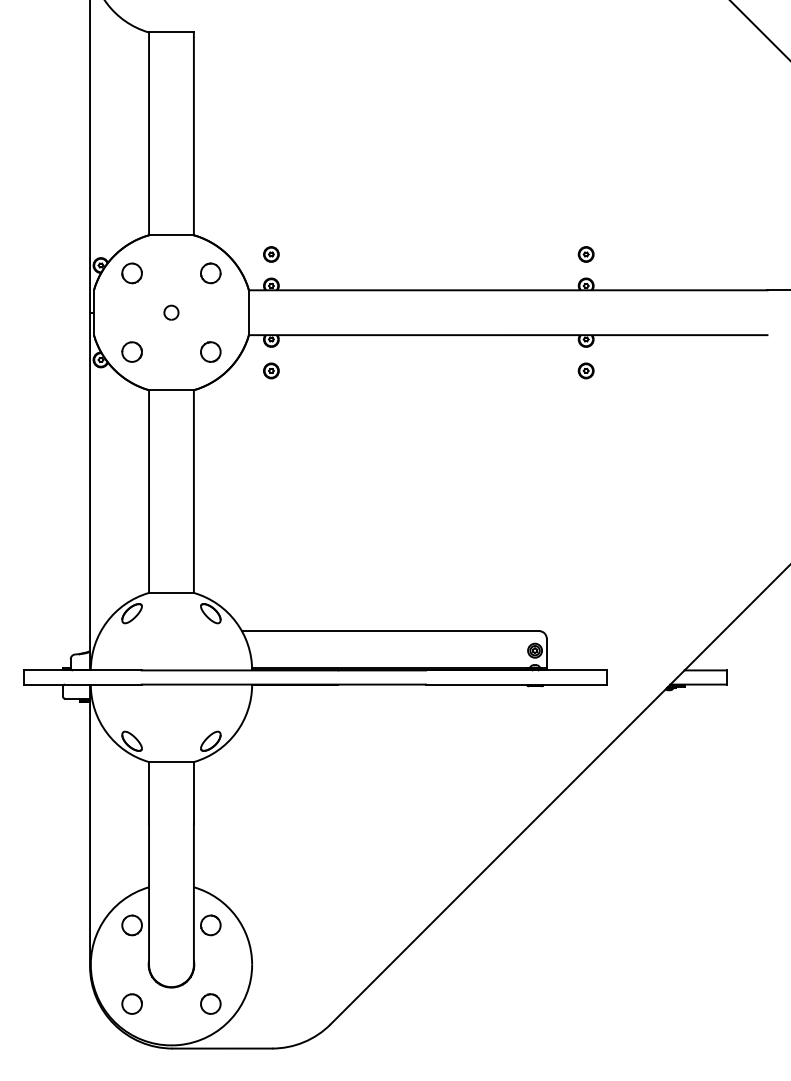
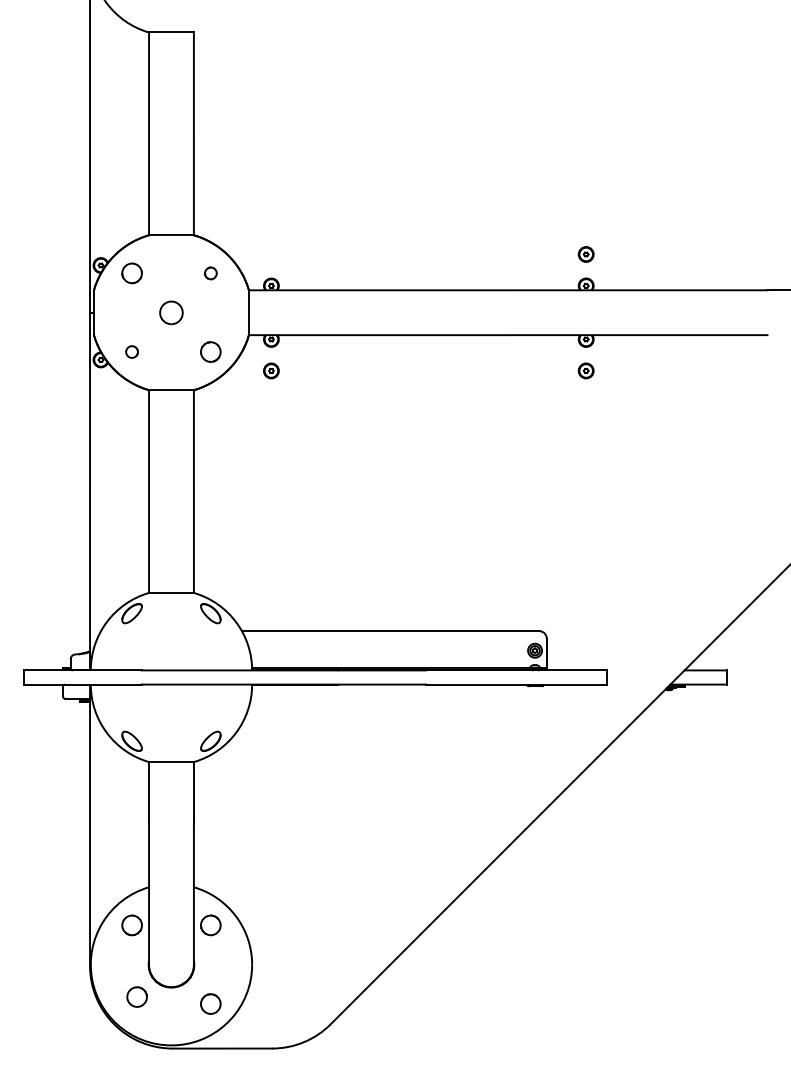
line at (759, 30): present -> none
part at (271, 254): present -> none
part at (210, 273) size: 22x23 px -> 14x15 px
part at (171, 312) size: 17x17 px -> 25x26 px
circle at (131, 351) size: 22x22 px -> 14x14 px
circle at (131, 1003) position: (131, 1003) -> (136, 996)
